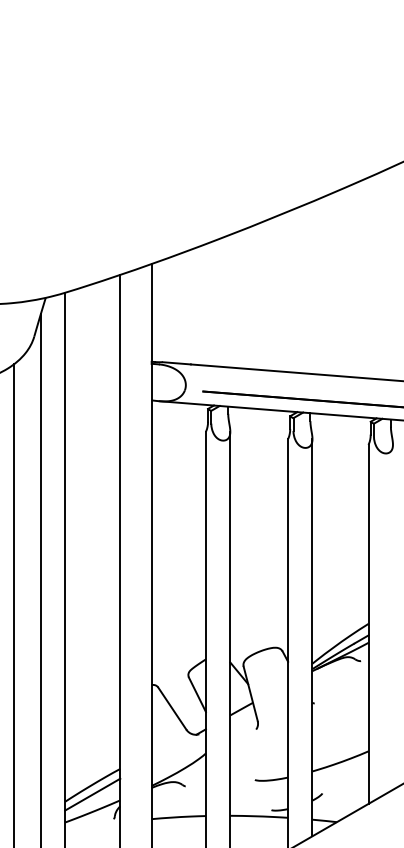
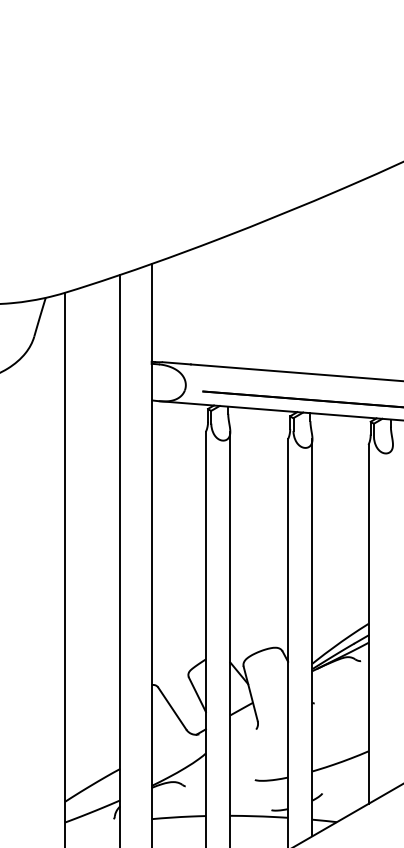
line at (40, 579): present -> none
line at (14, 604): present -> none
line at (92, 794): present -> none
